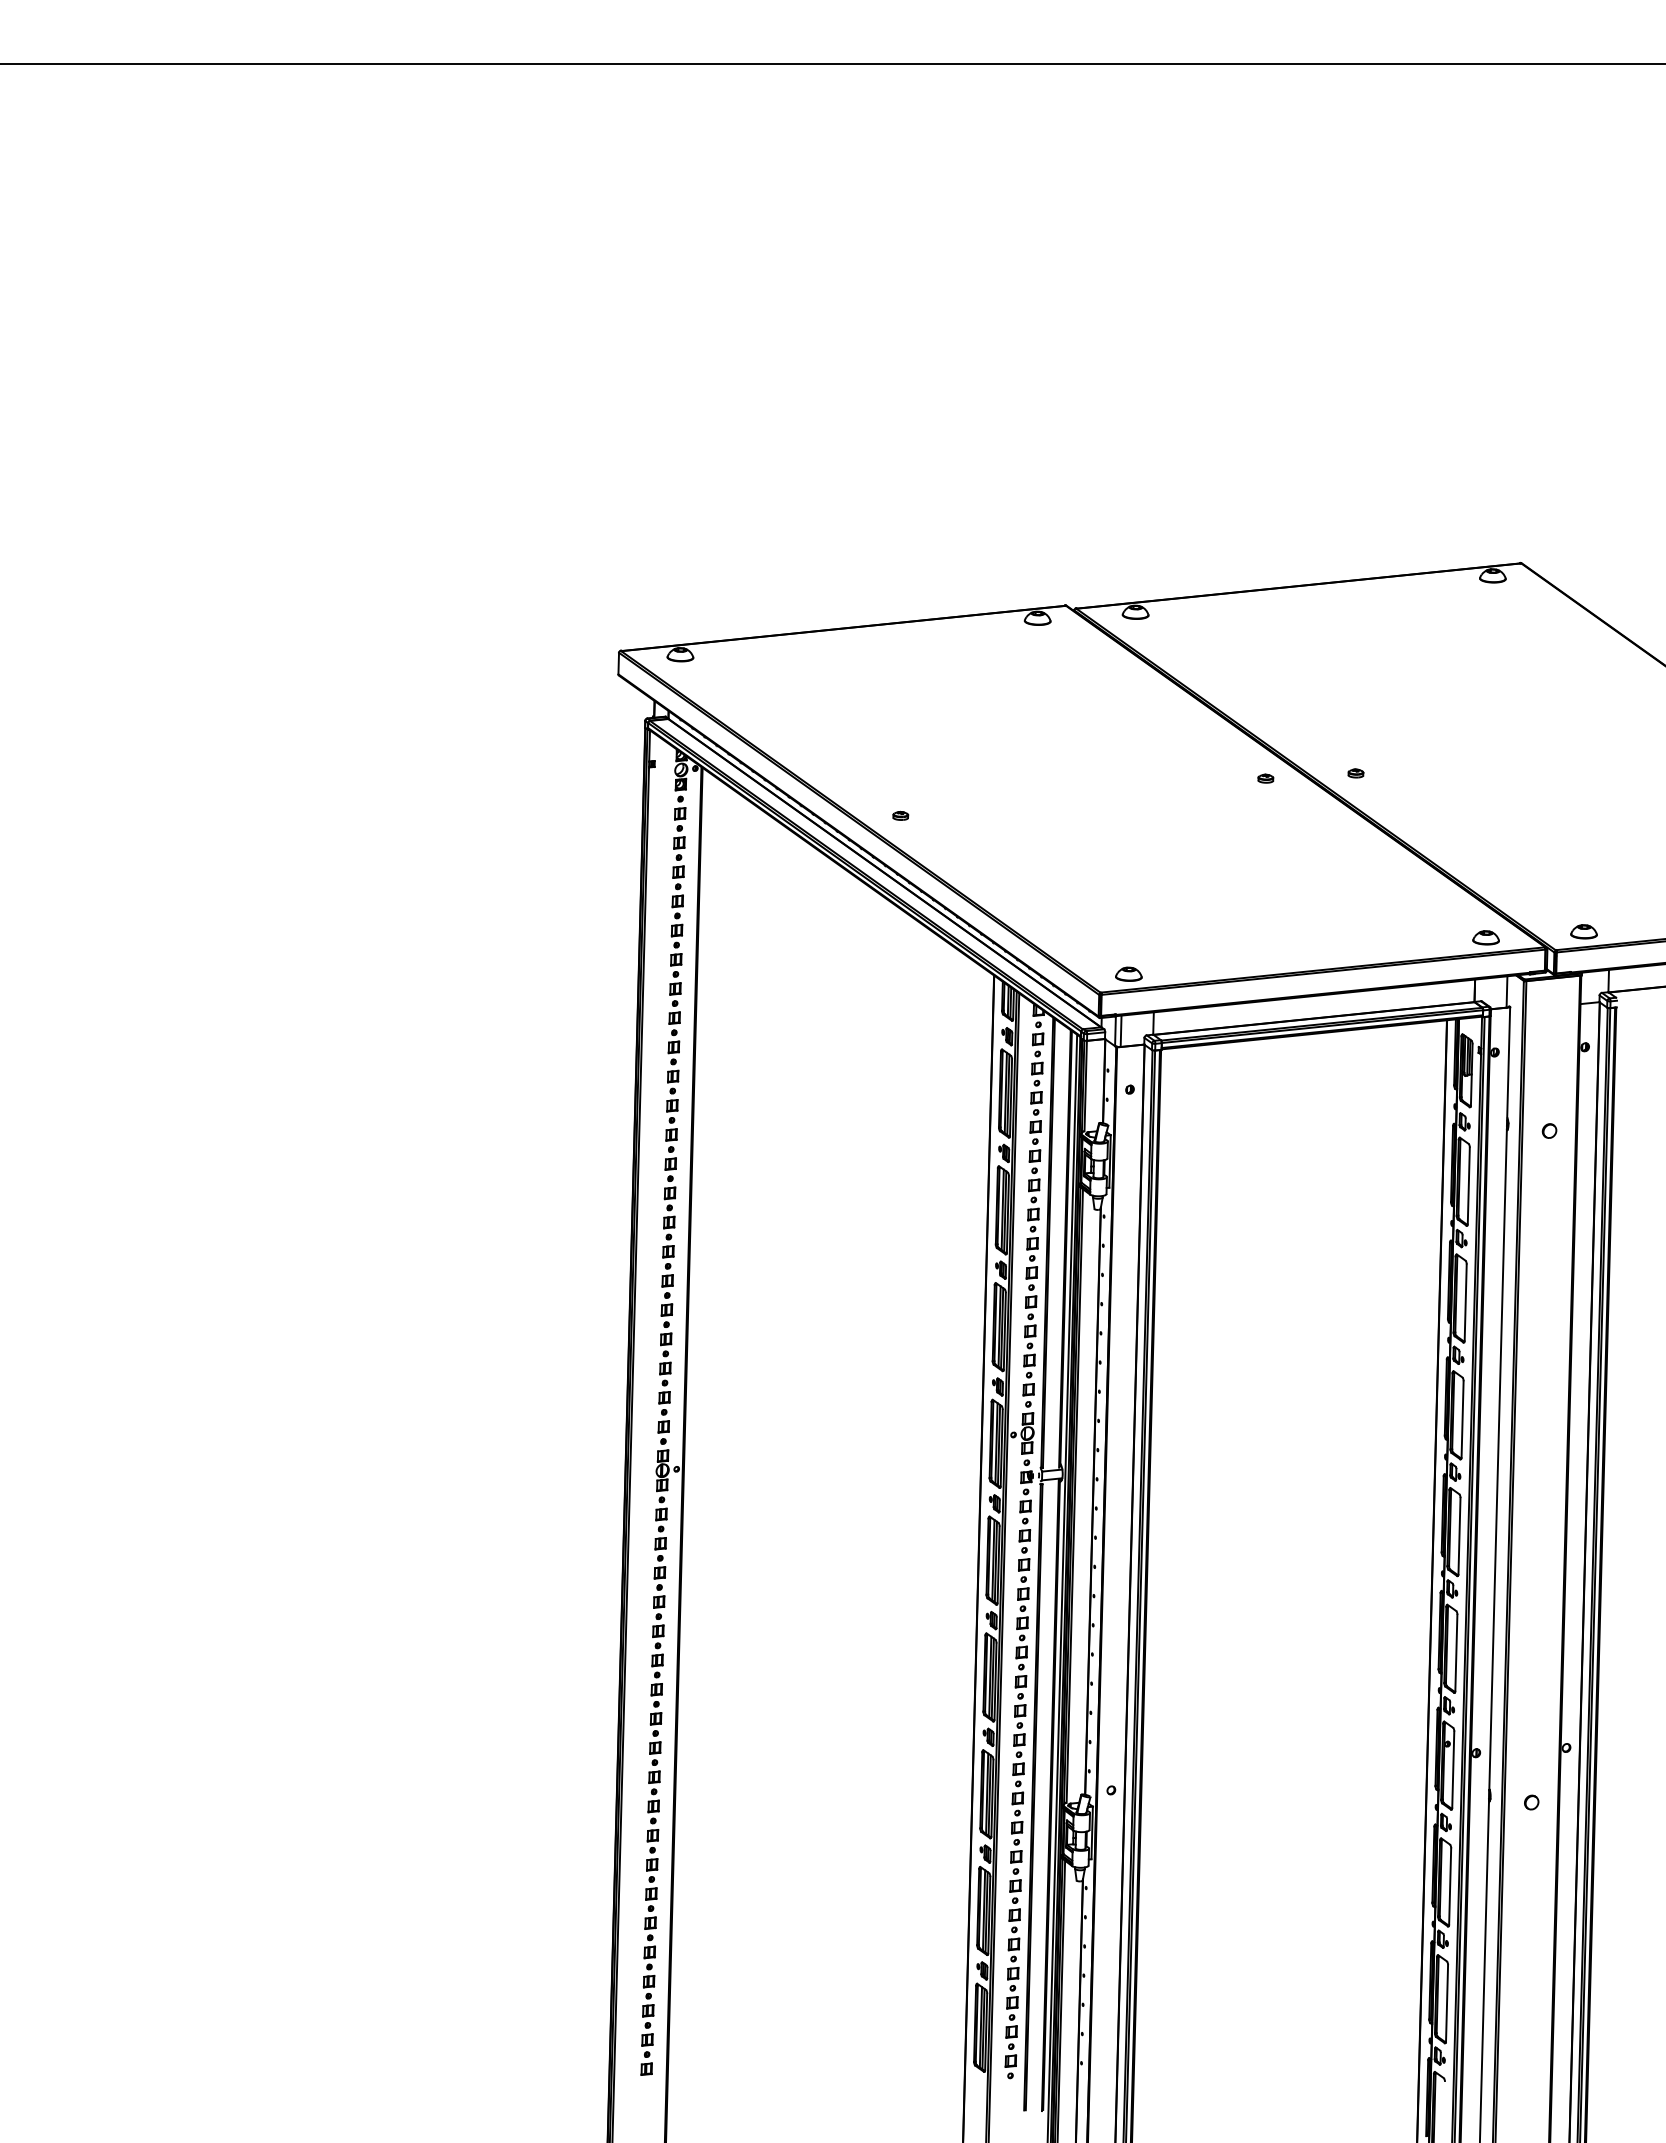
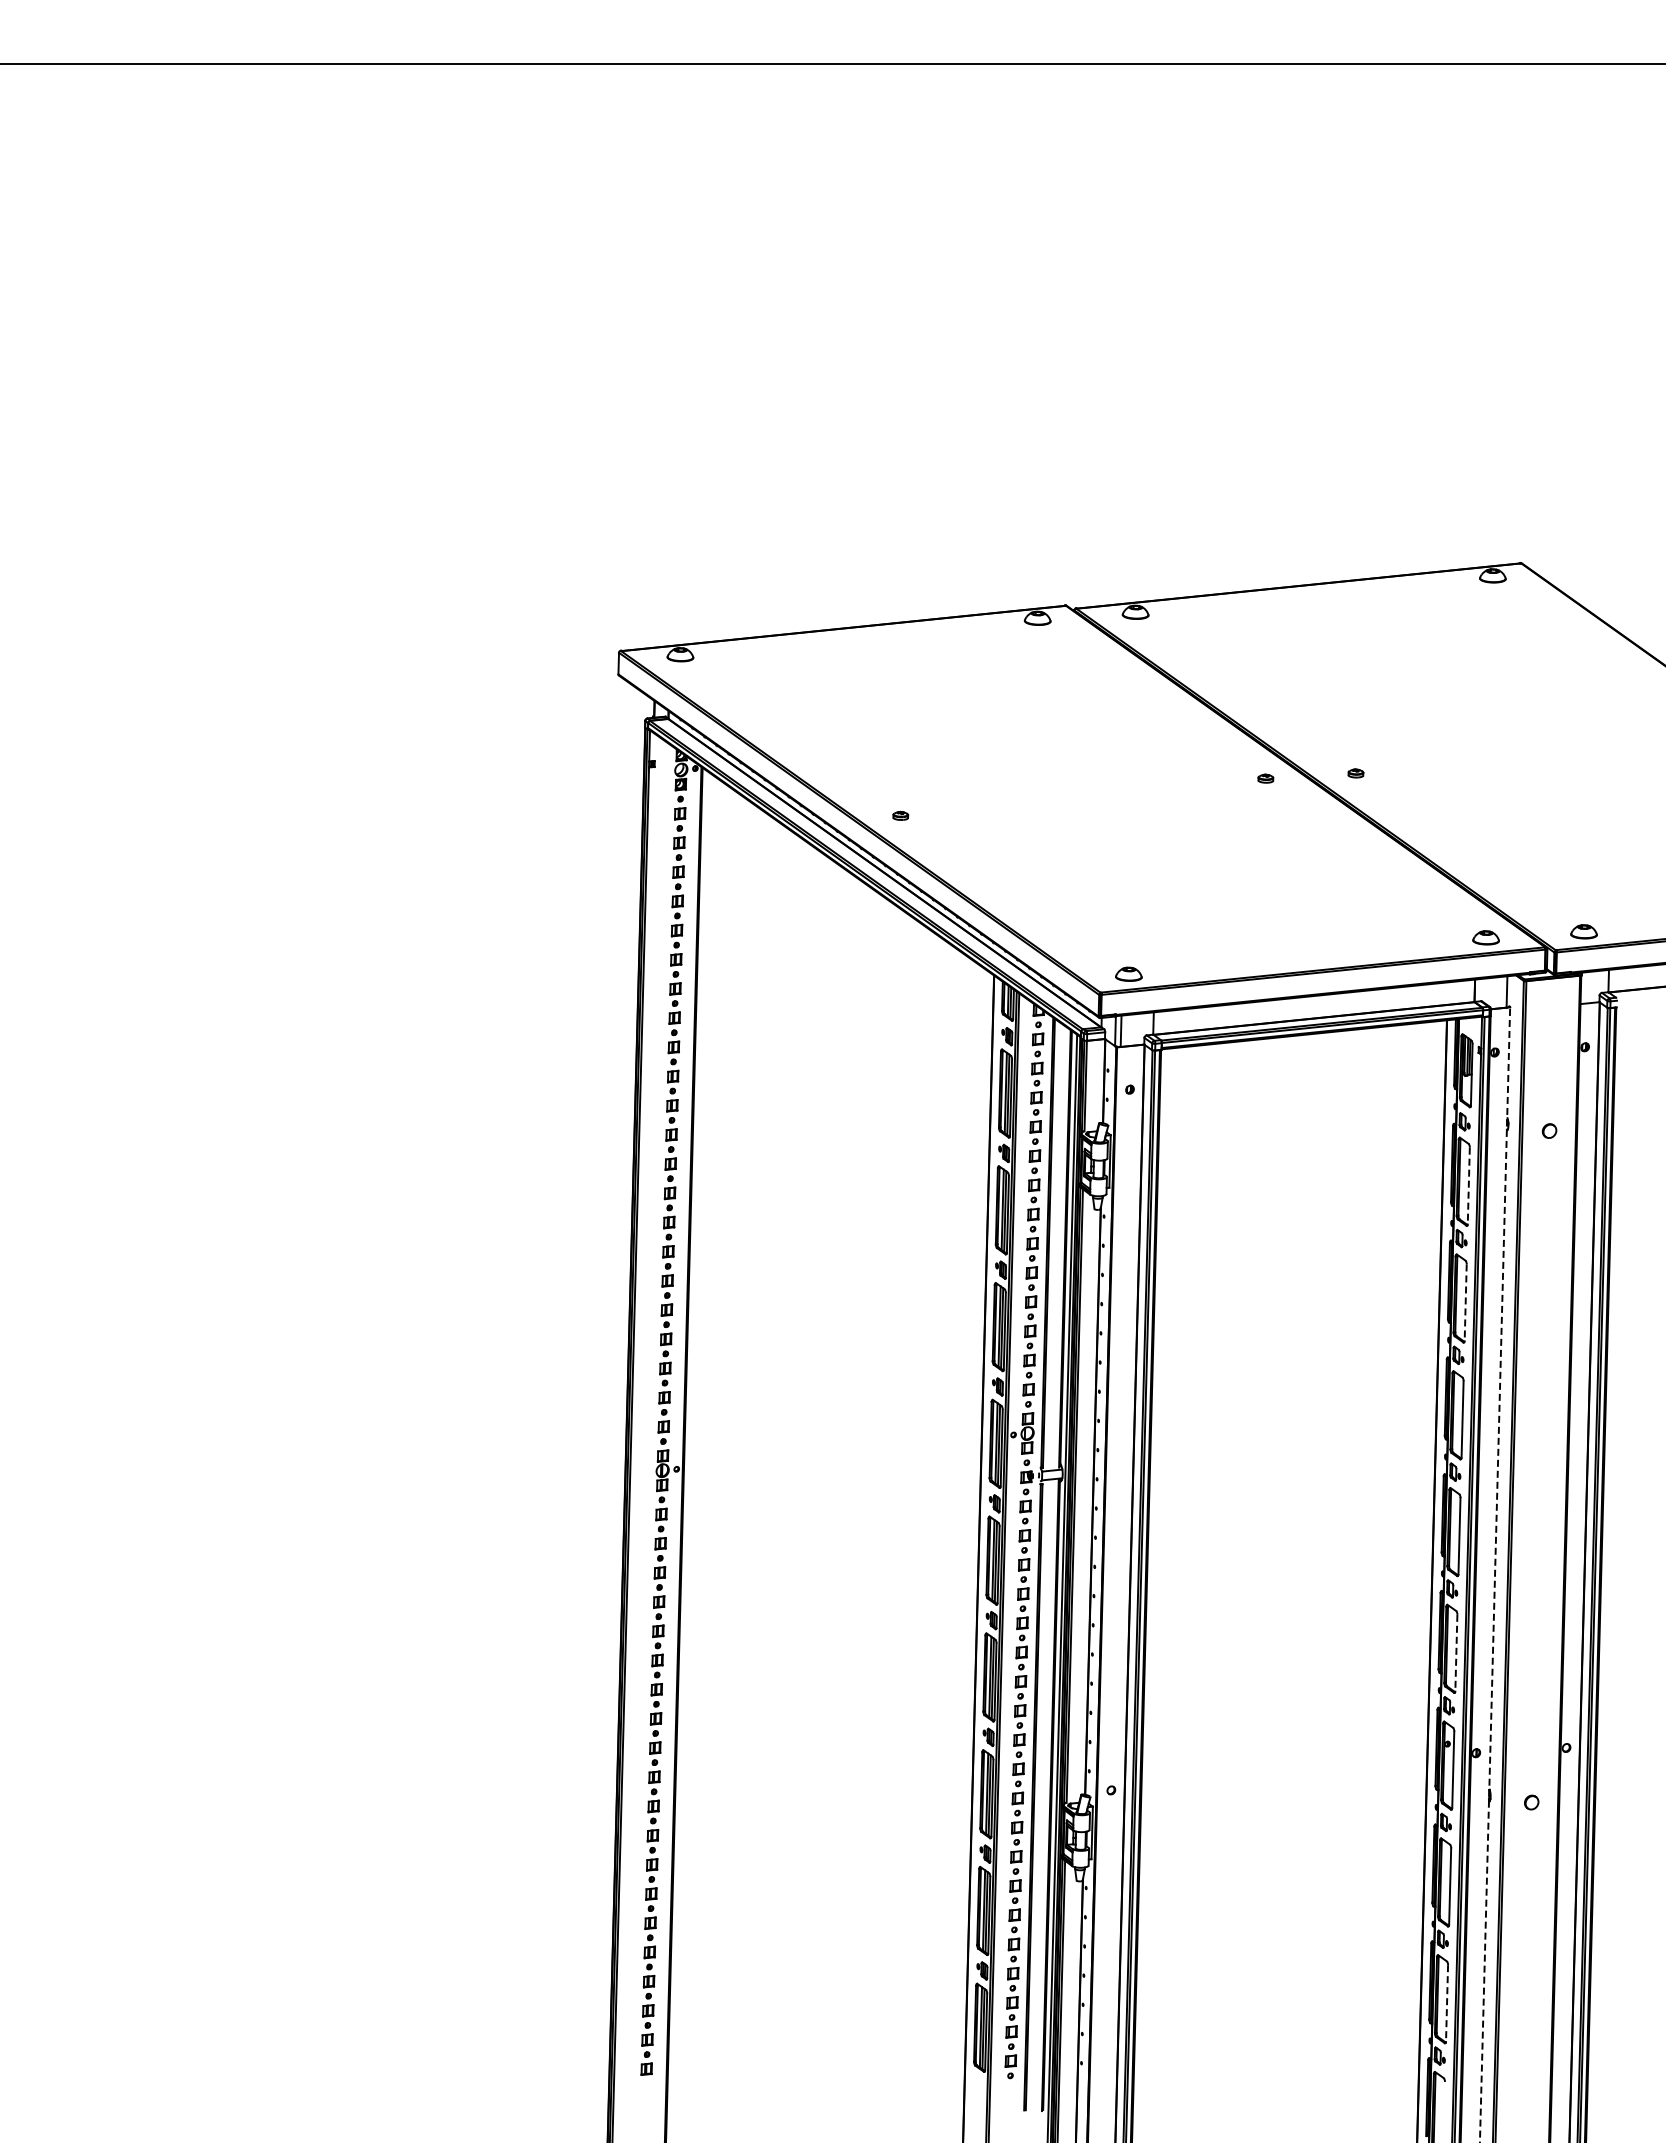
line at (1468, 1185): solid -> dashed
line at (1465, 1302): solid -> dashed
line at (1495, 1575): solid -> dashed
line at (1456, 1652): solid -> dashed
line at (1447, 2003): solid -> dashed
